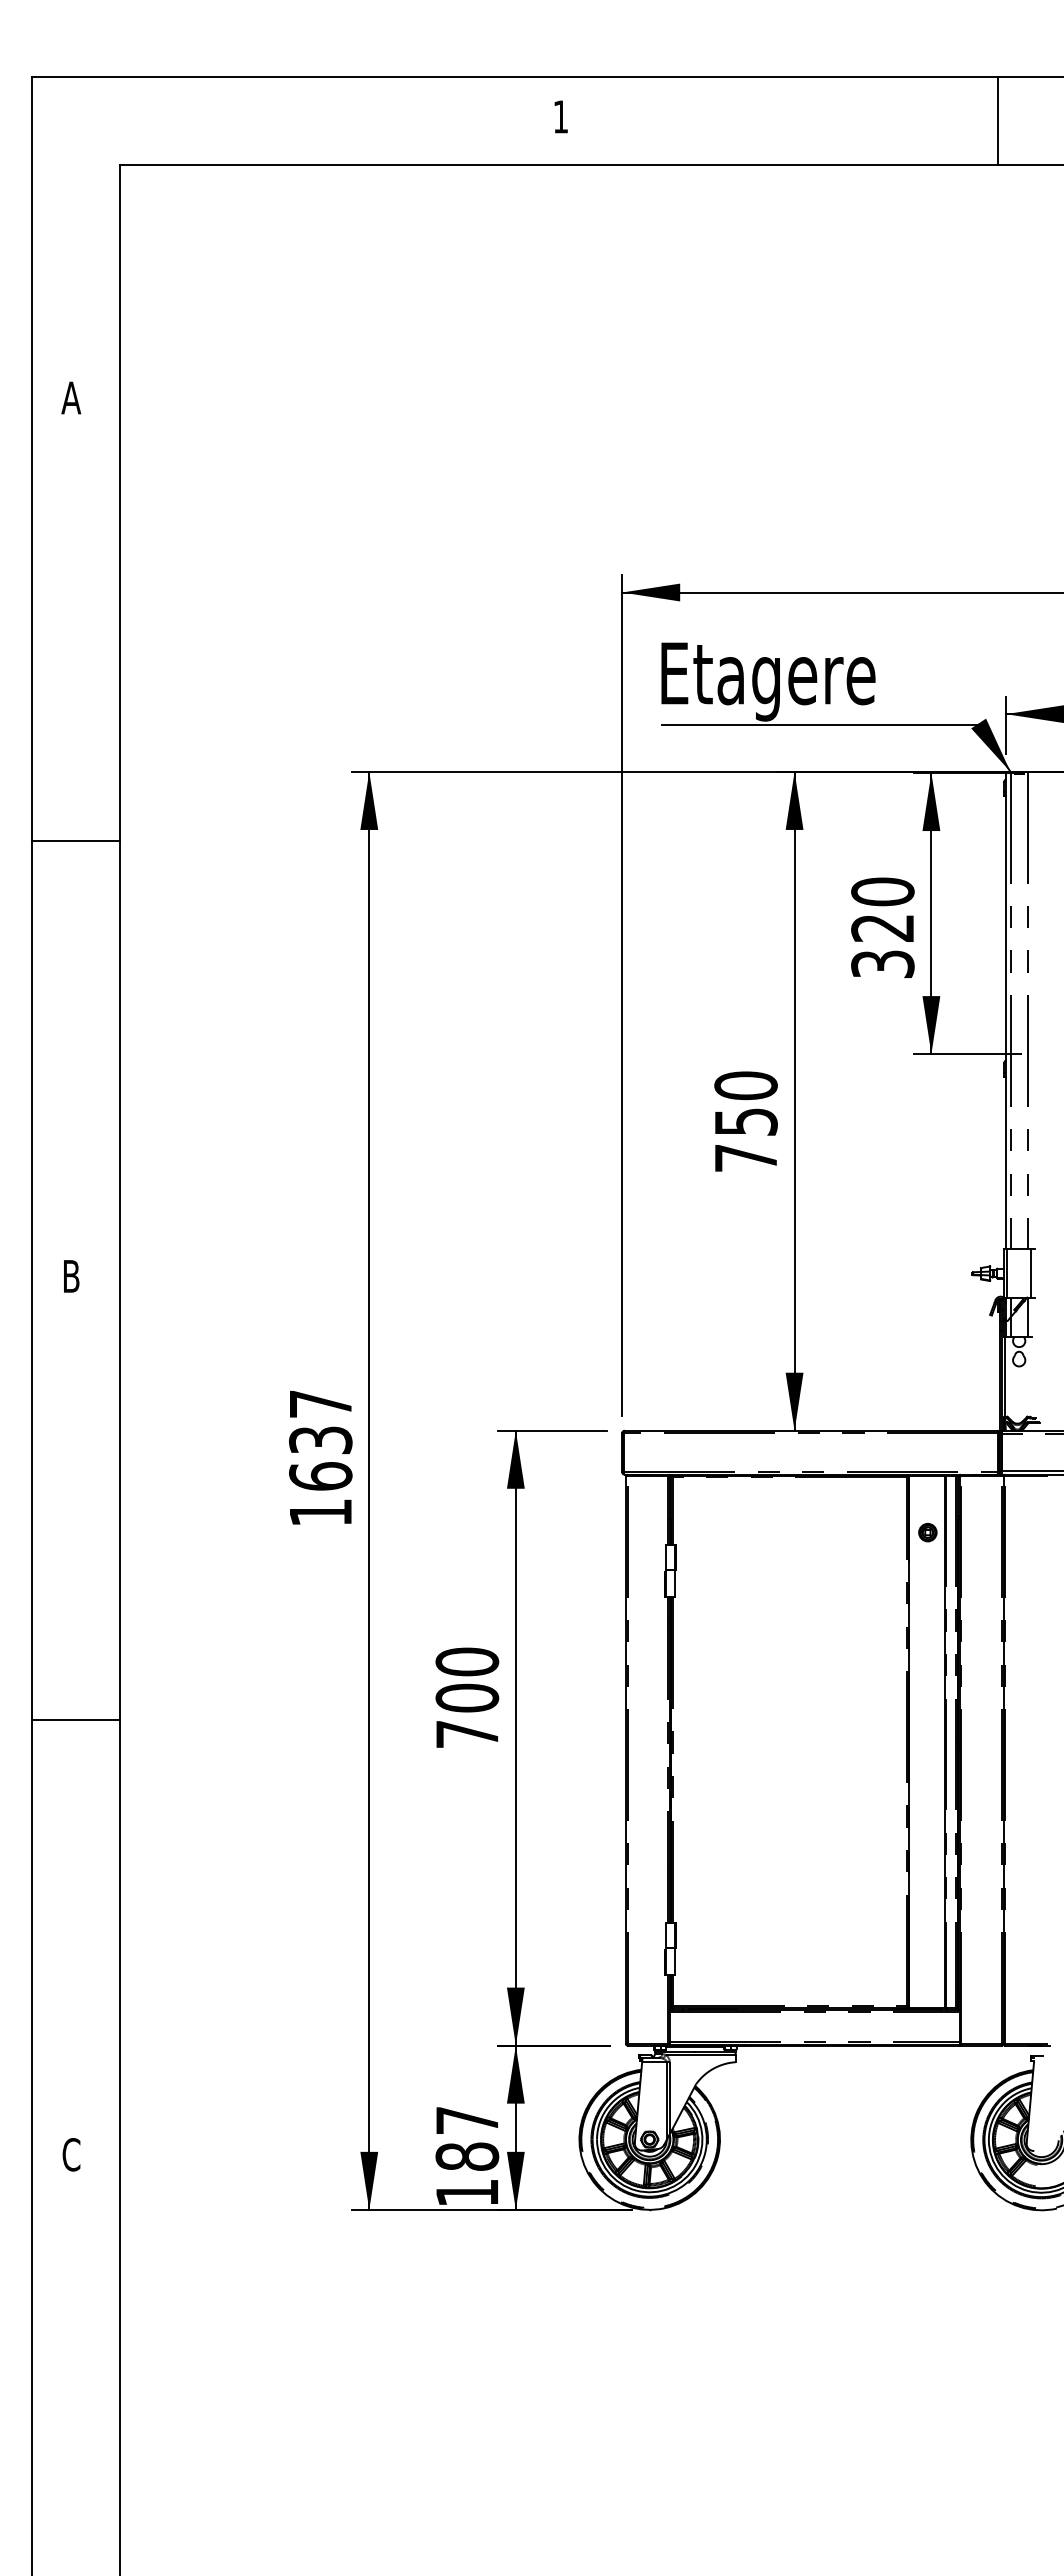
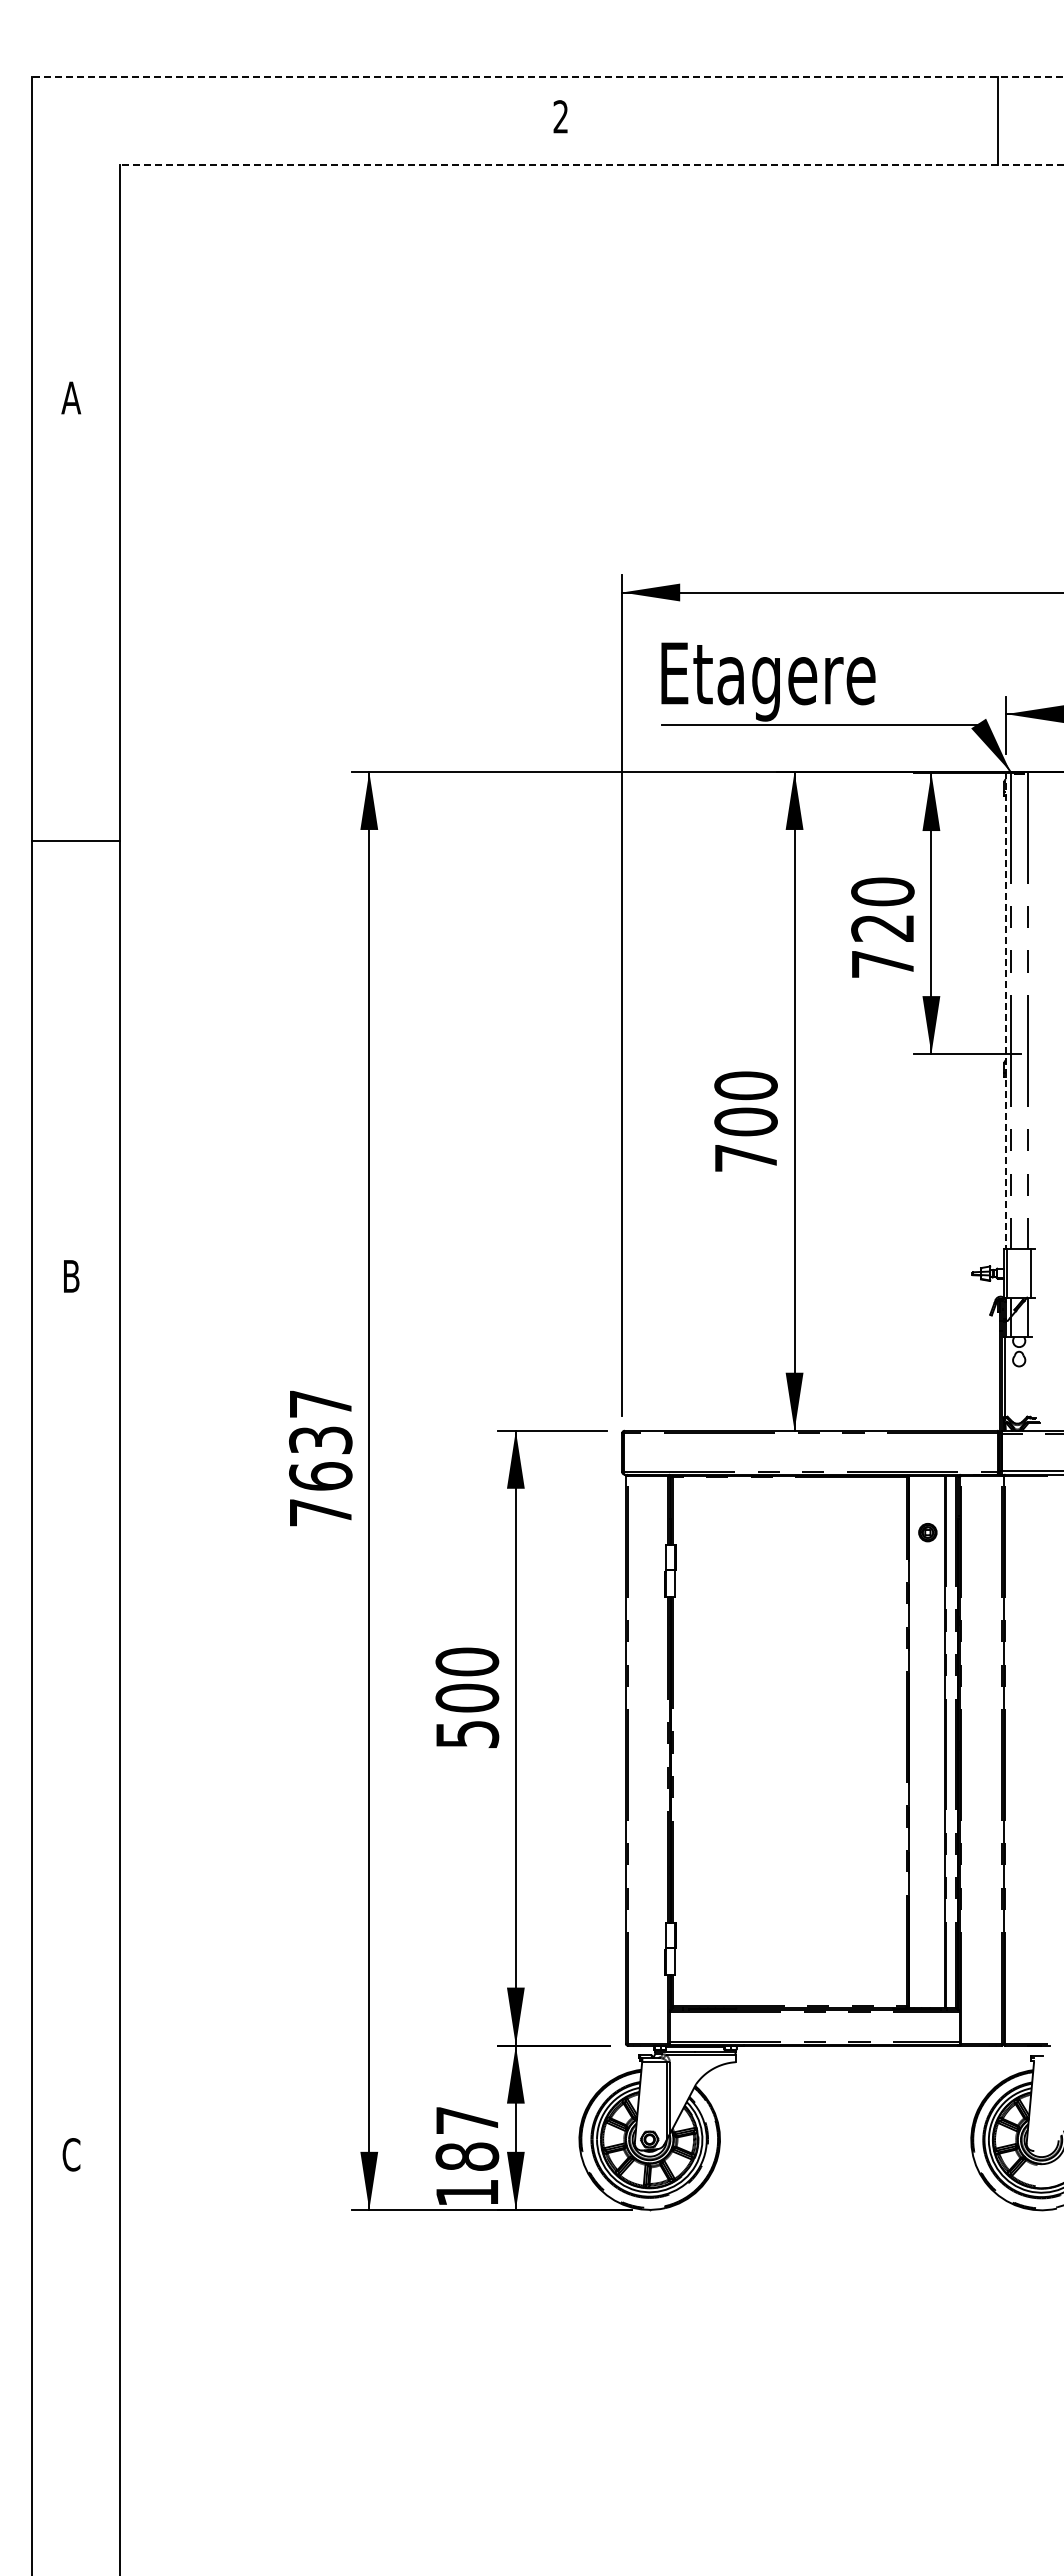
line at (546, 77): solid -> dashed
text at (560, 116): 1 -> 2
line at (591, 165): solid -> dashed
text at (882, 963): 320 -> 720
line at (1006, 1010): solid -> dashed
text at (745, 1121): 750 -> 700
text at (320, 1512): 1637 -> 7637
line at (75, 1719): present -> none
text at (467, 1734): 700 -> 500
